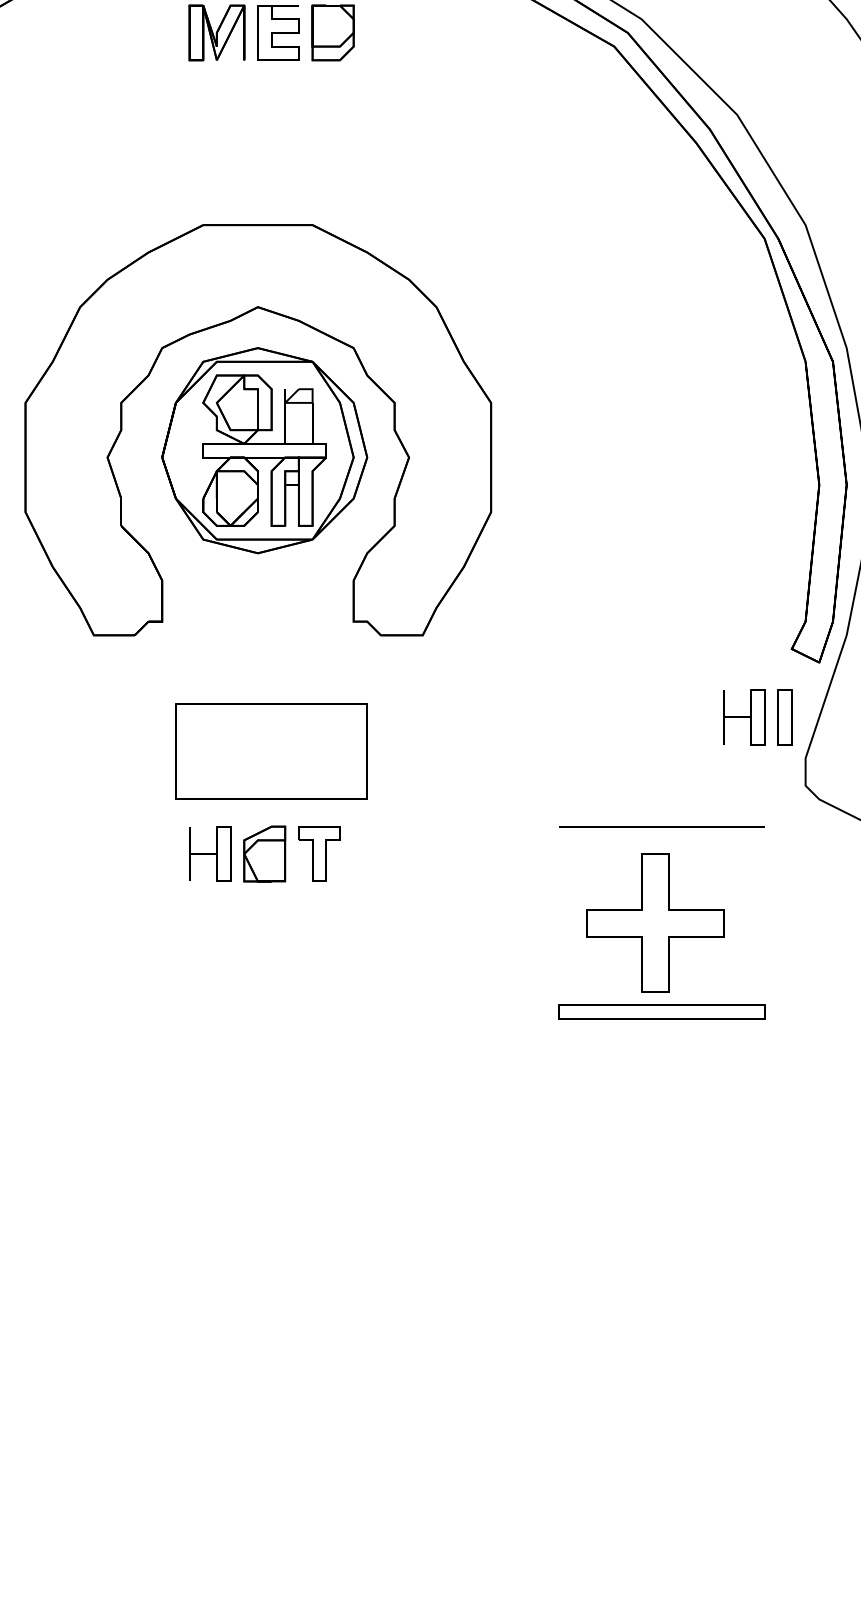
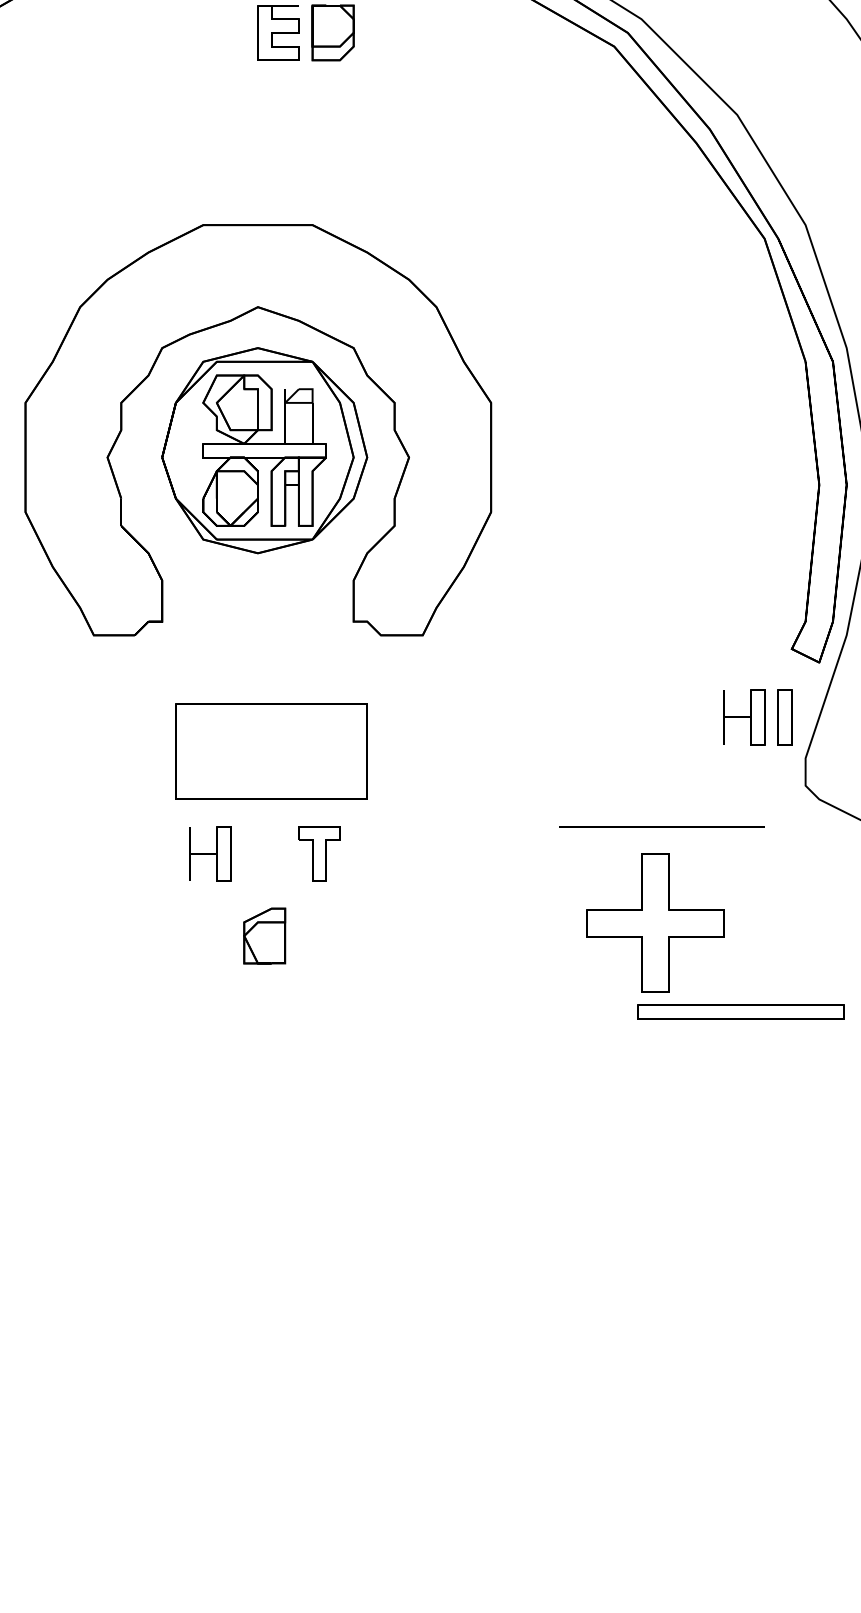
part at (216, 32): present -> none
part at (264, 853) position: (264, 853) -> (264, 935)
part at (661, 1011) position: (661, 1011) -> (740, 1011)
